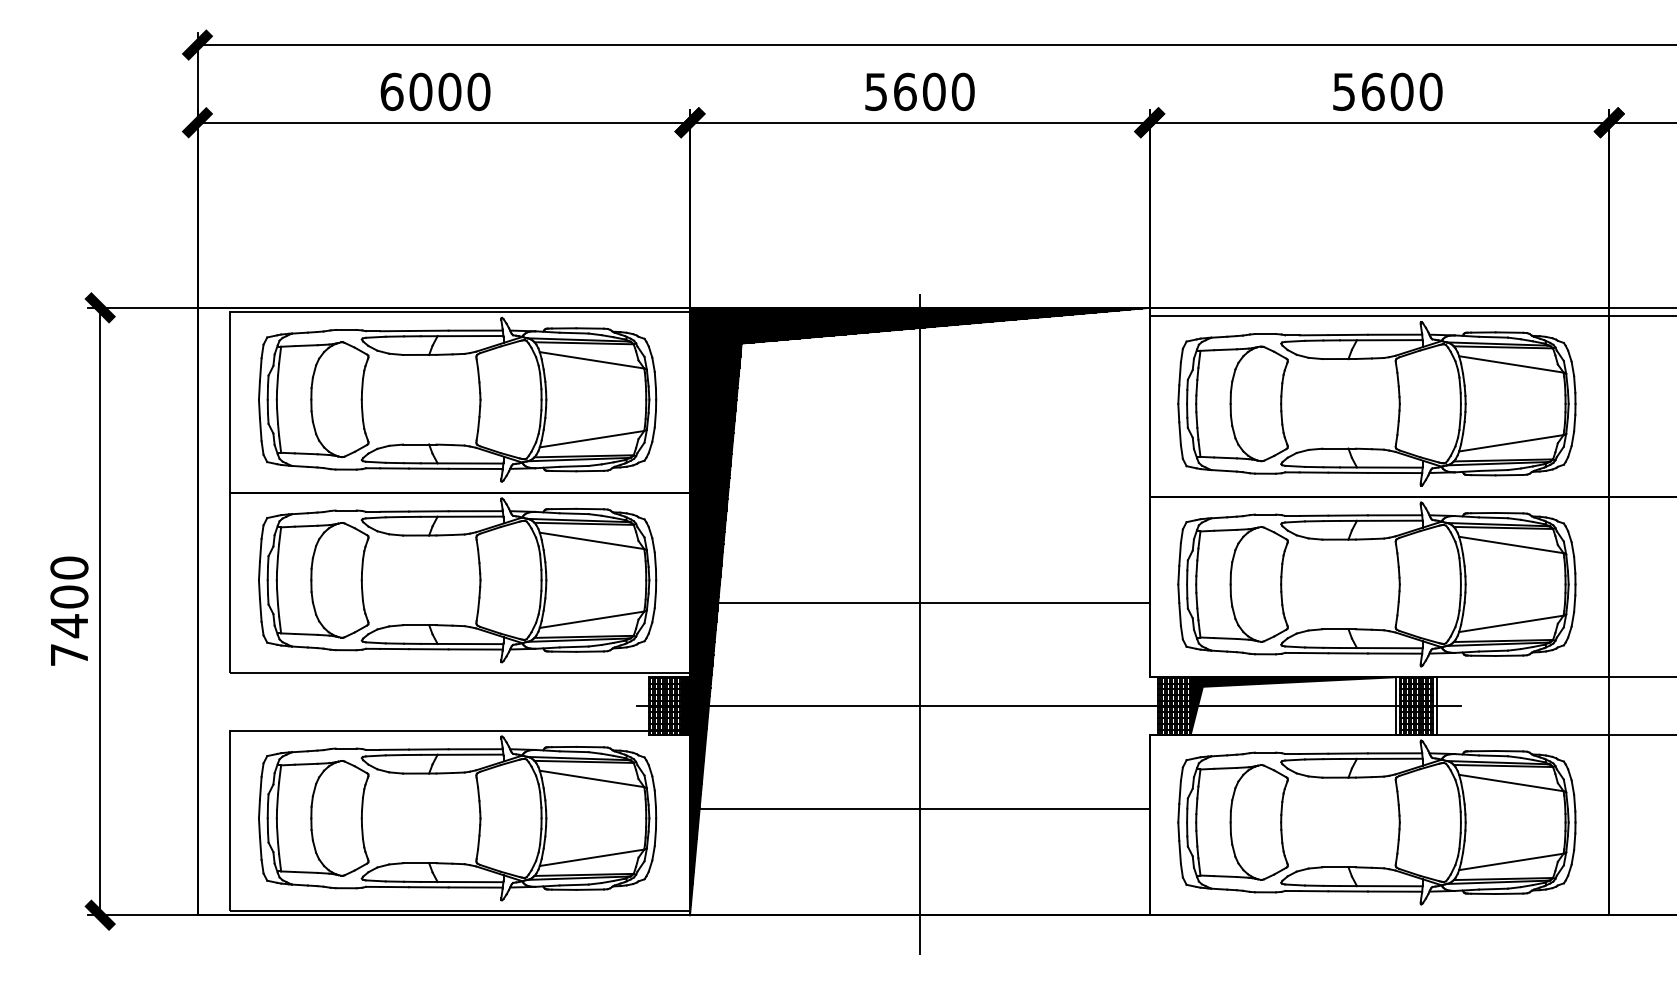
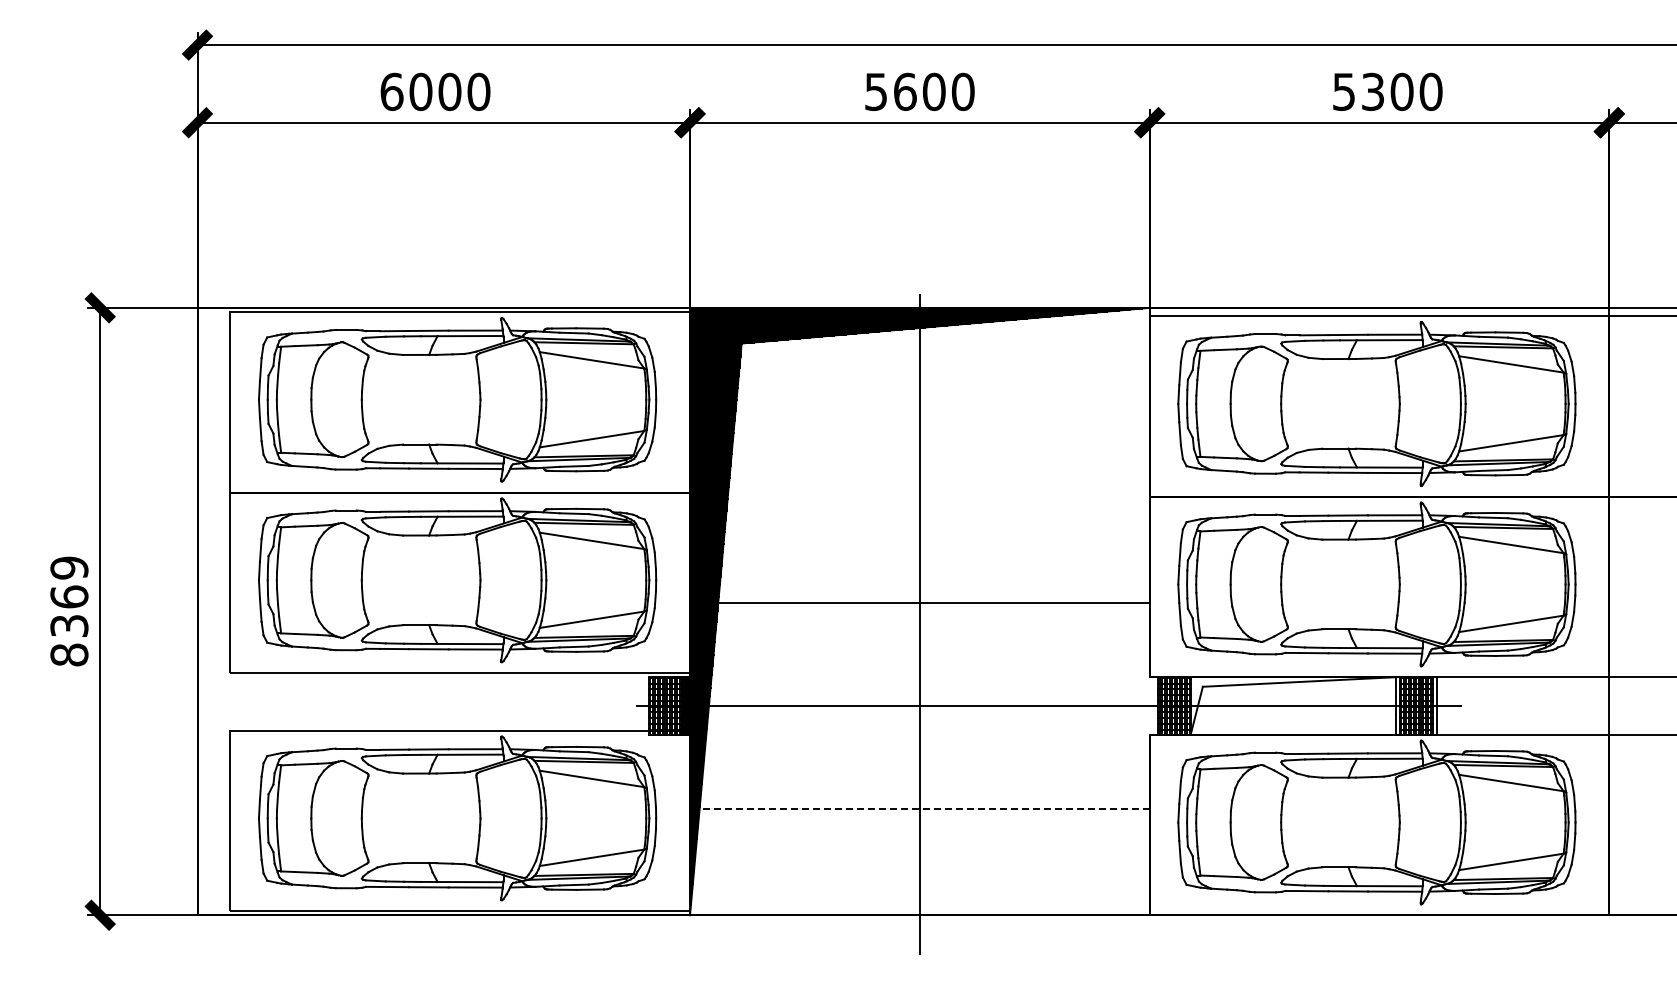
text at (1373, 91): 5600 -> 5300
text at (69, 611): 7400 -> 8369
fill at (1292, 705): present -> none
line at (919, 808): solid -> dashed
